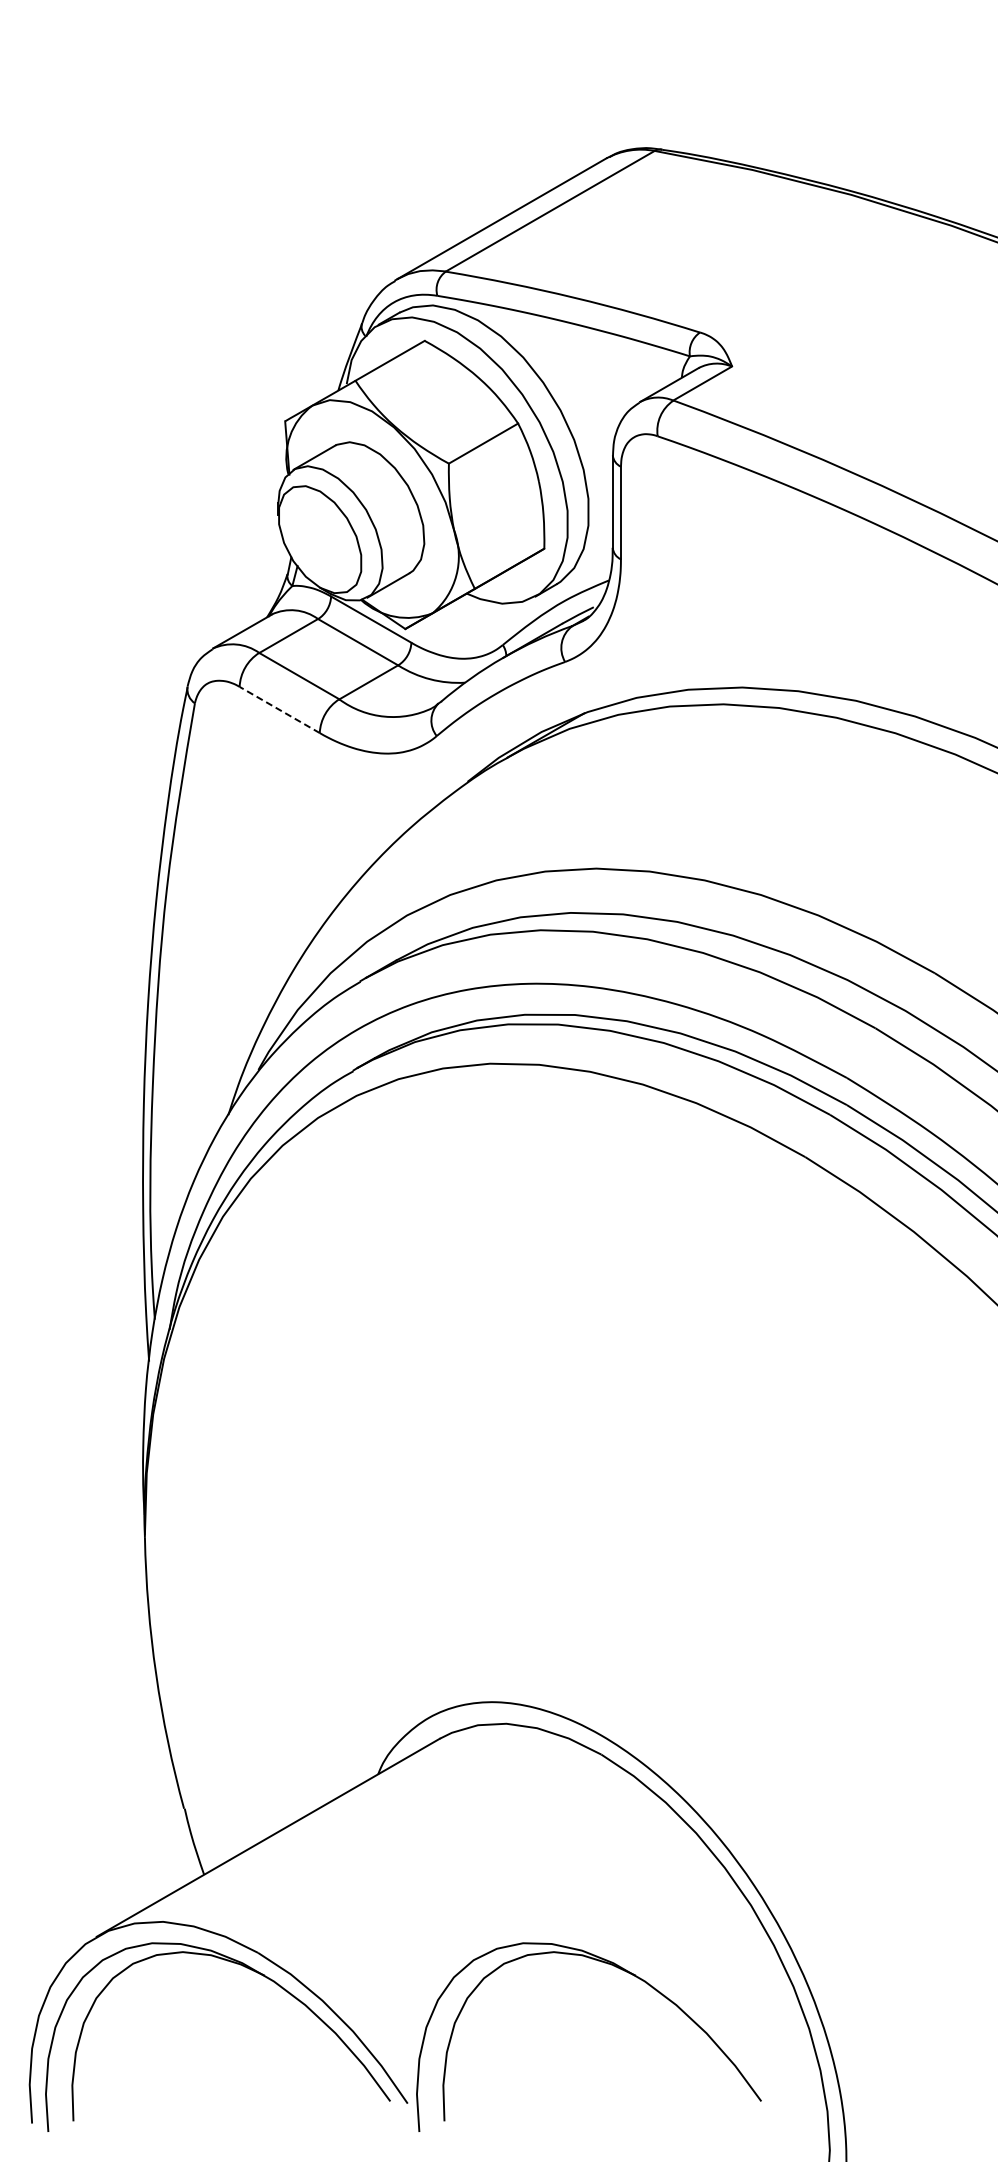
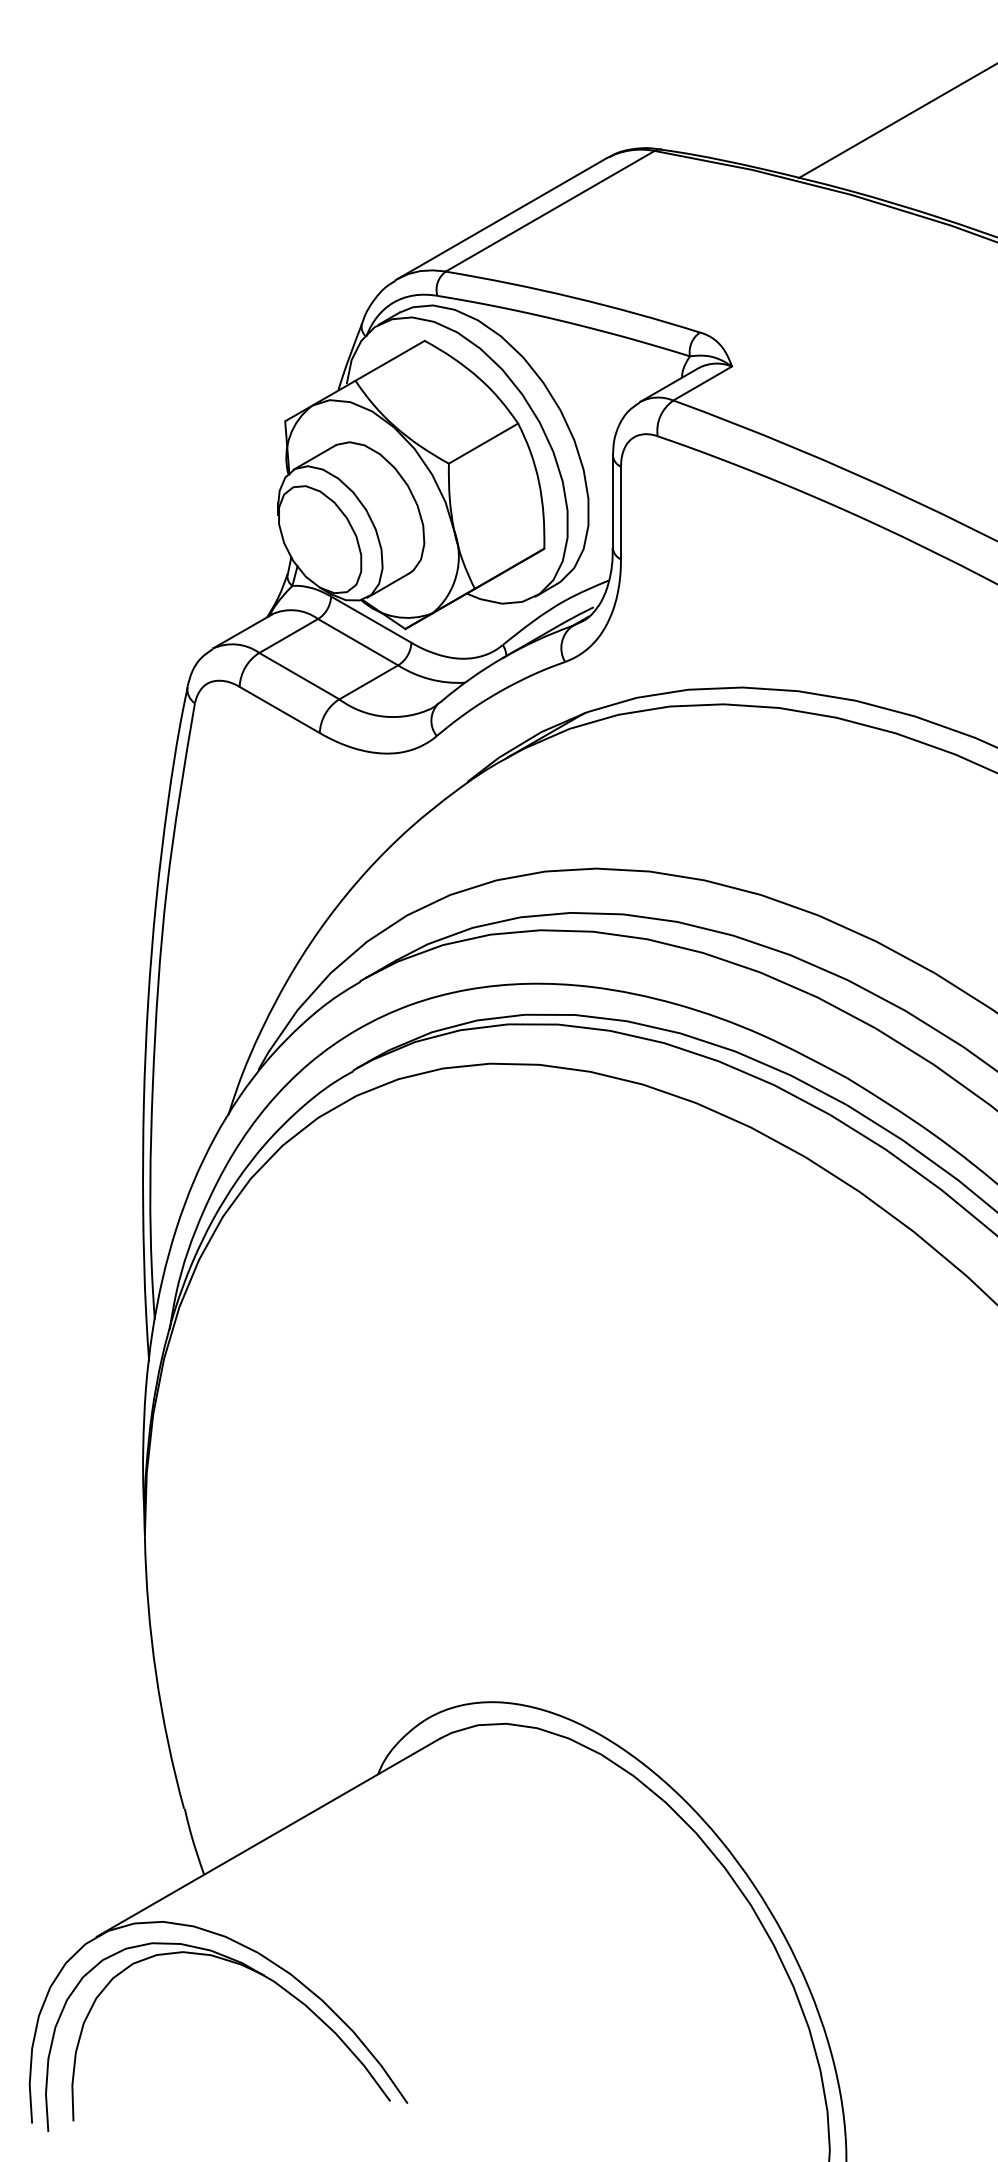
line at (896, 121): none -> present
line at (279, 709): dashed -> solid
part at (619, 1969): present -> none
